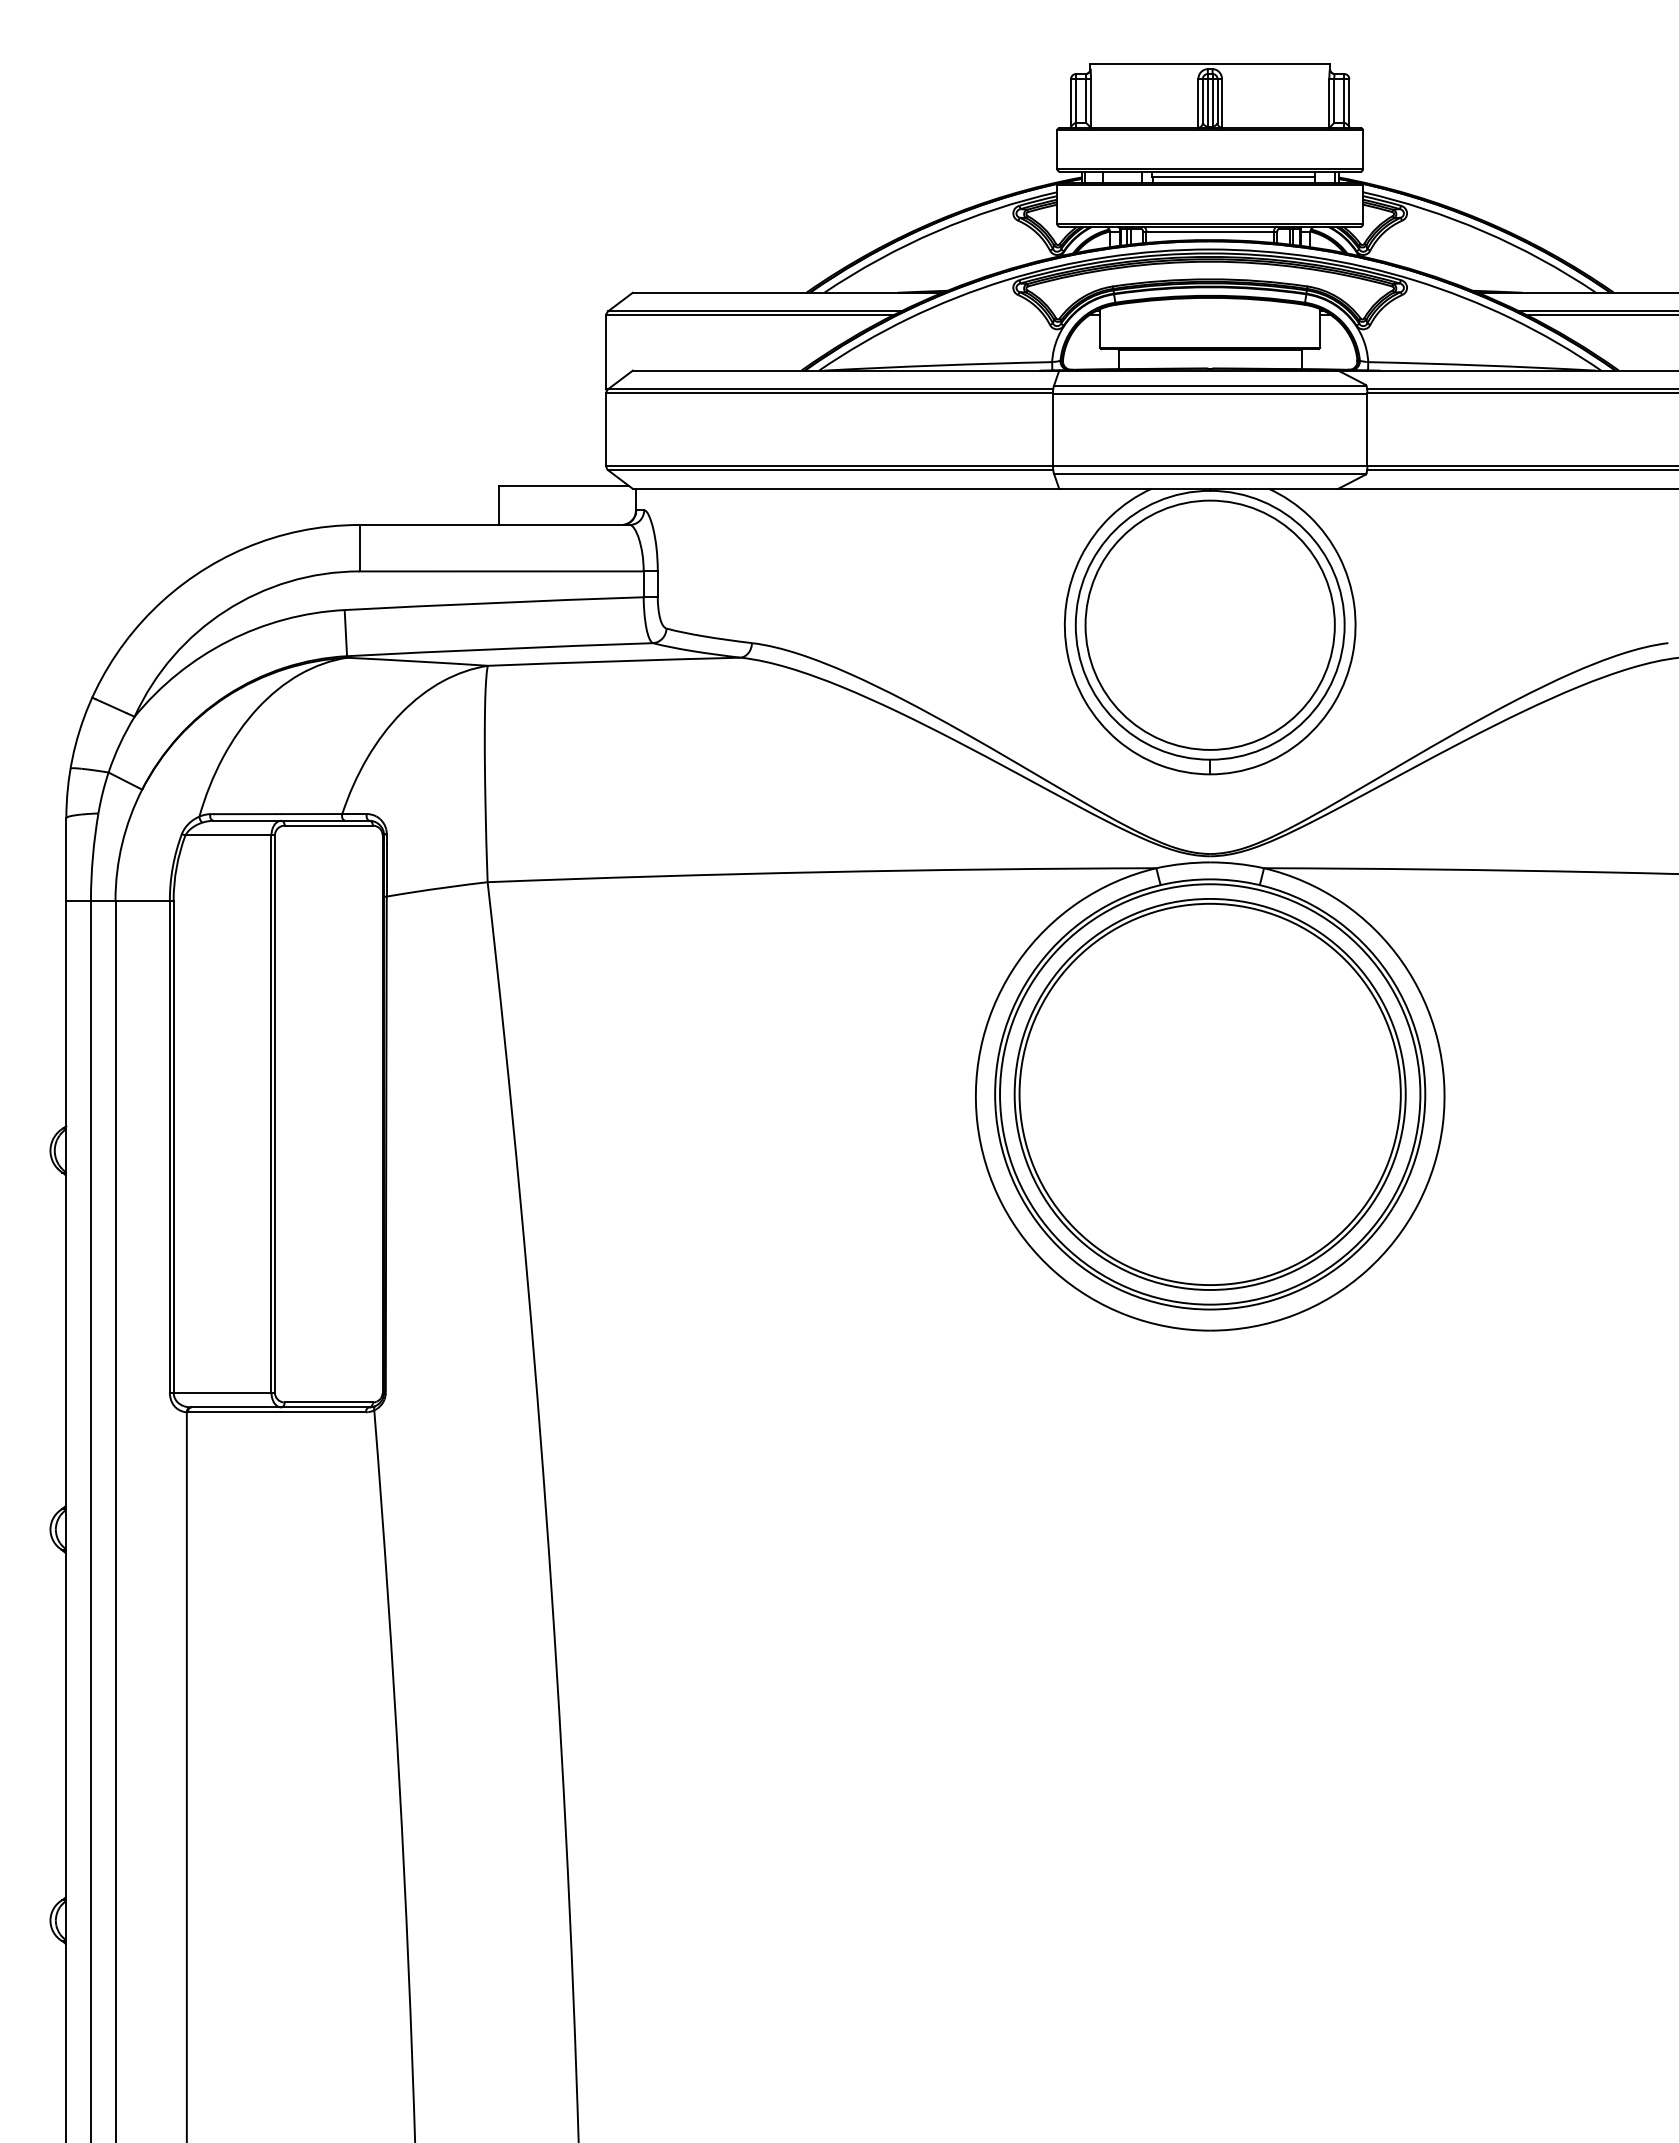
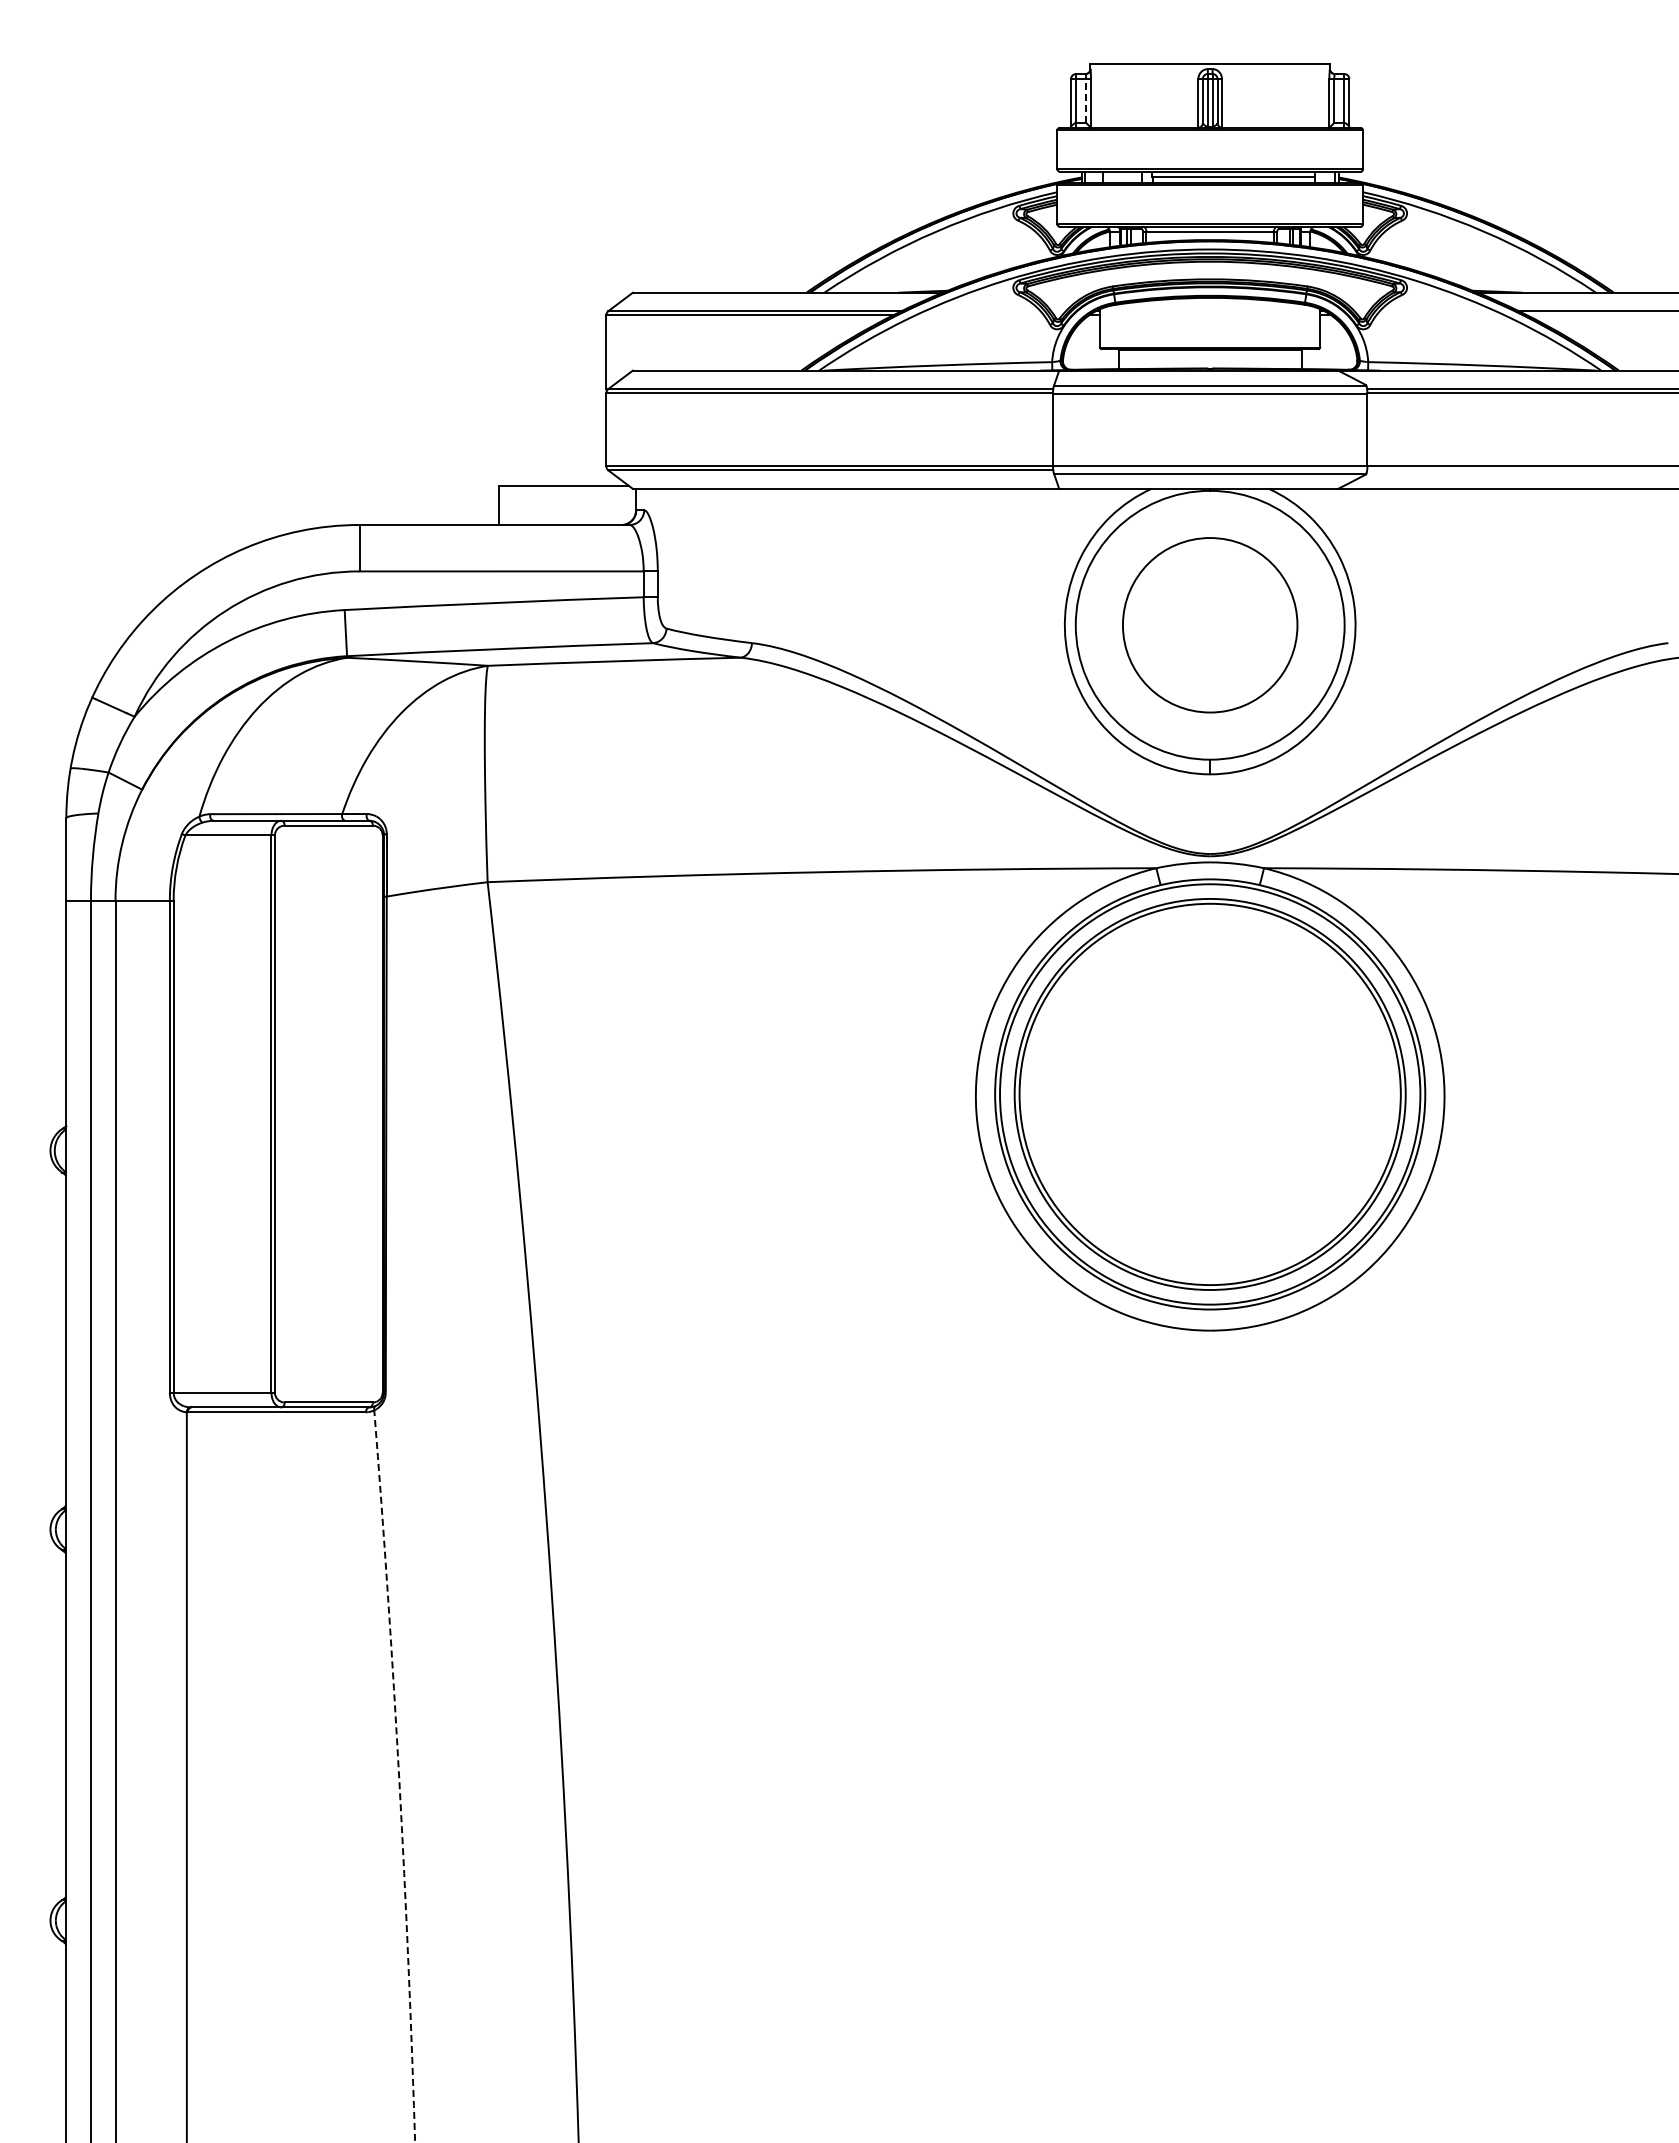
line at (1086, 100): solid -> dashed
line at (1600, 315): present -> none
line at (1521, 470): present -> none
circle at (1209, 624) diameter: 249 px -> 175 px
arc at (399, 1776): solid -> dashed
